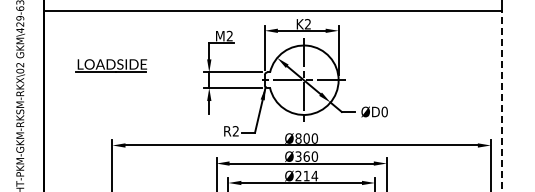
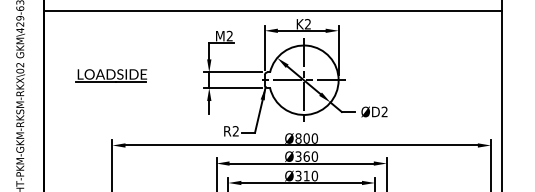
part at (110, 65) position: (110, 65) -> (110, 75)
line at (502, 100): dashed -> solid
text at (384, 111): ØD0 -> ØD2
text at (306, 175): Ø214 -> Ø310
